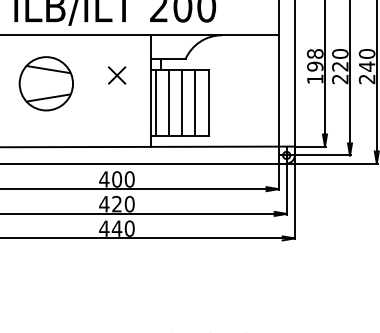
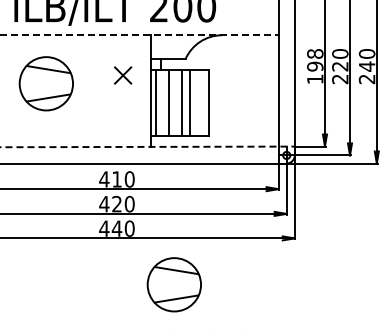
line at (140, 35): solid -> dashed
part at (117, 75) position: (117, 75) -> (123, 75)
line at (195, 103) position: (195, 103) -> (190, 103)
line at (148, 146): solid -> dashed
text at (117, 179): 400 -> 410
part at (173, 284): none -> present
